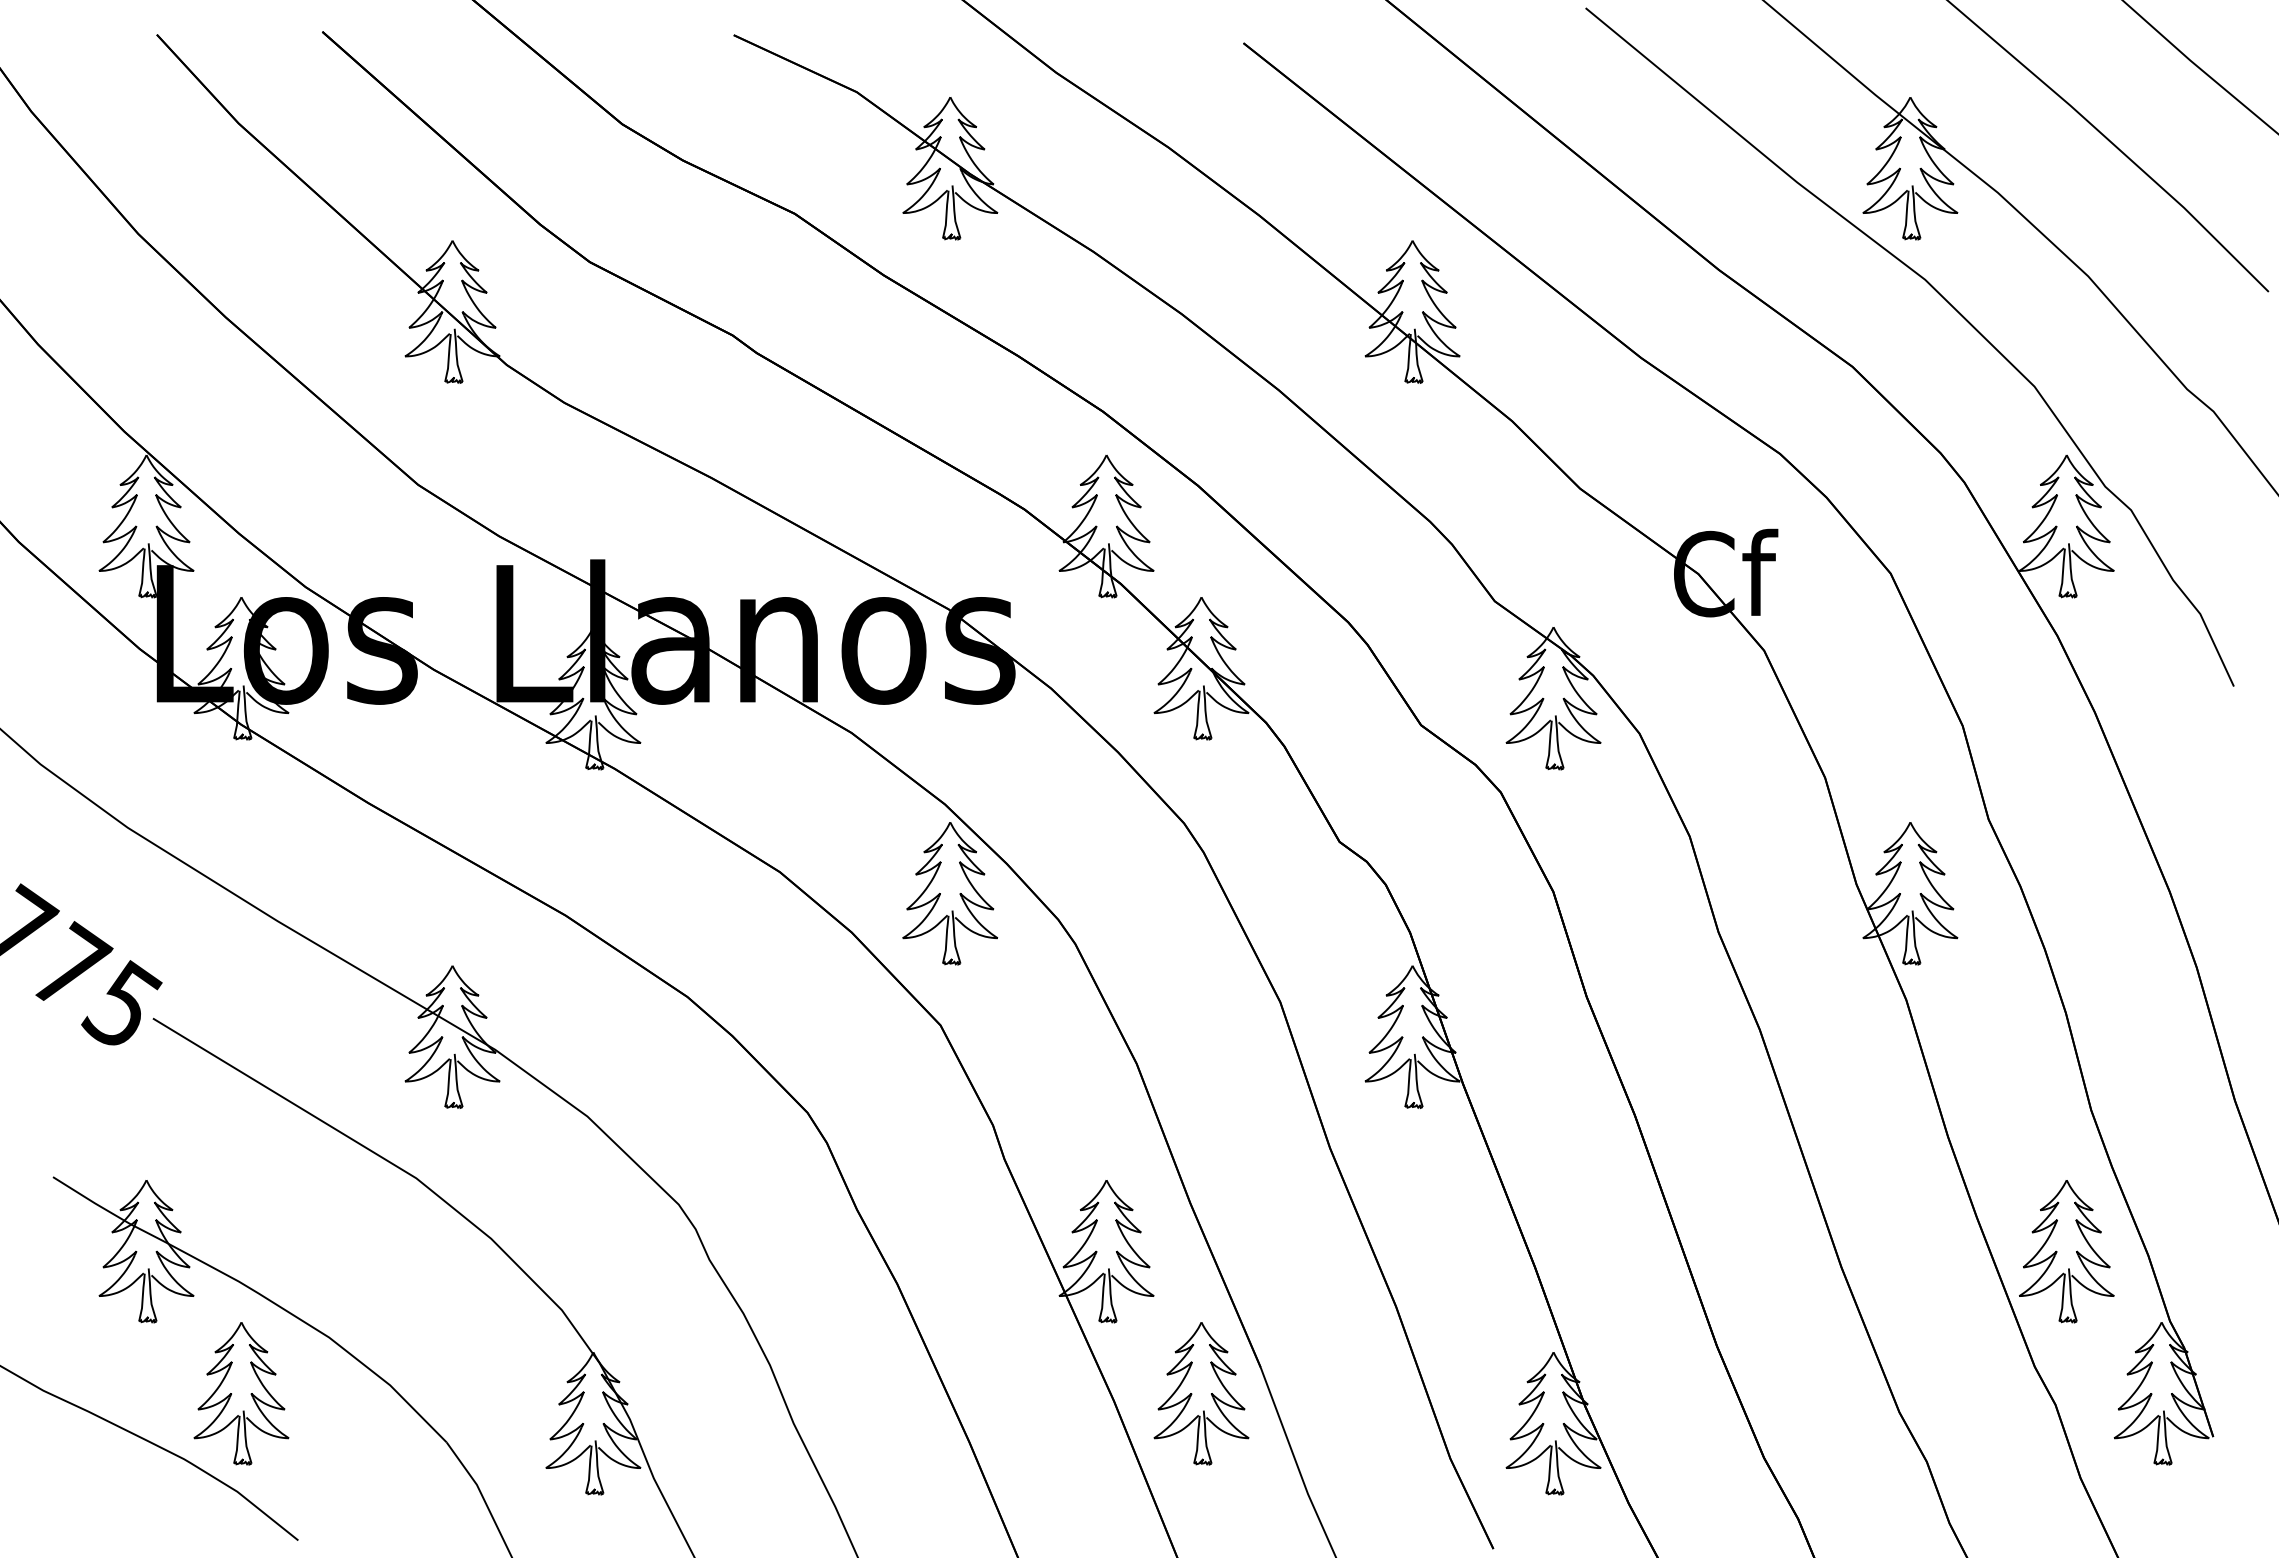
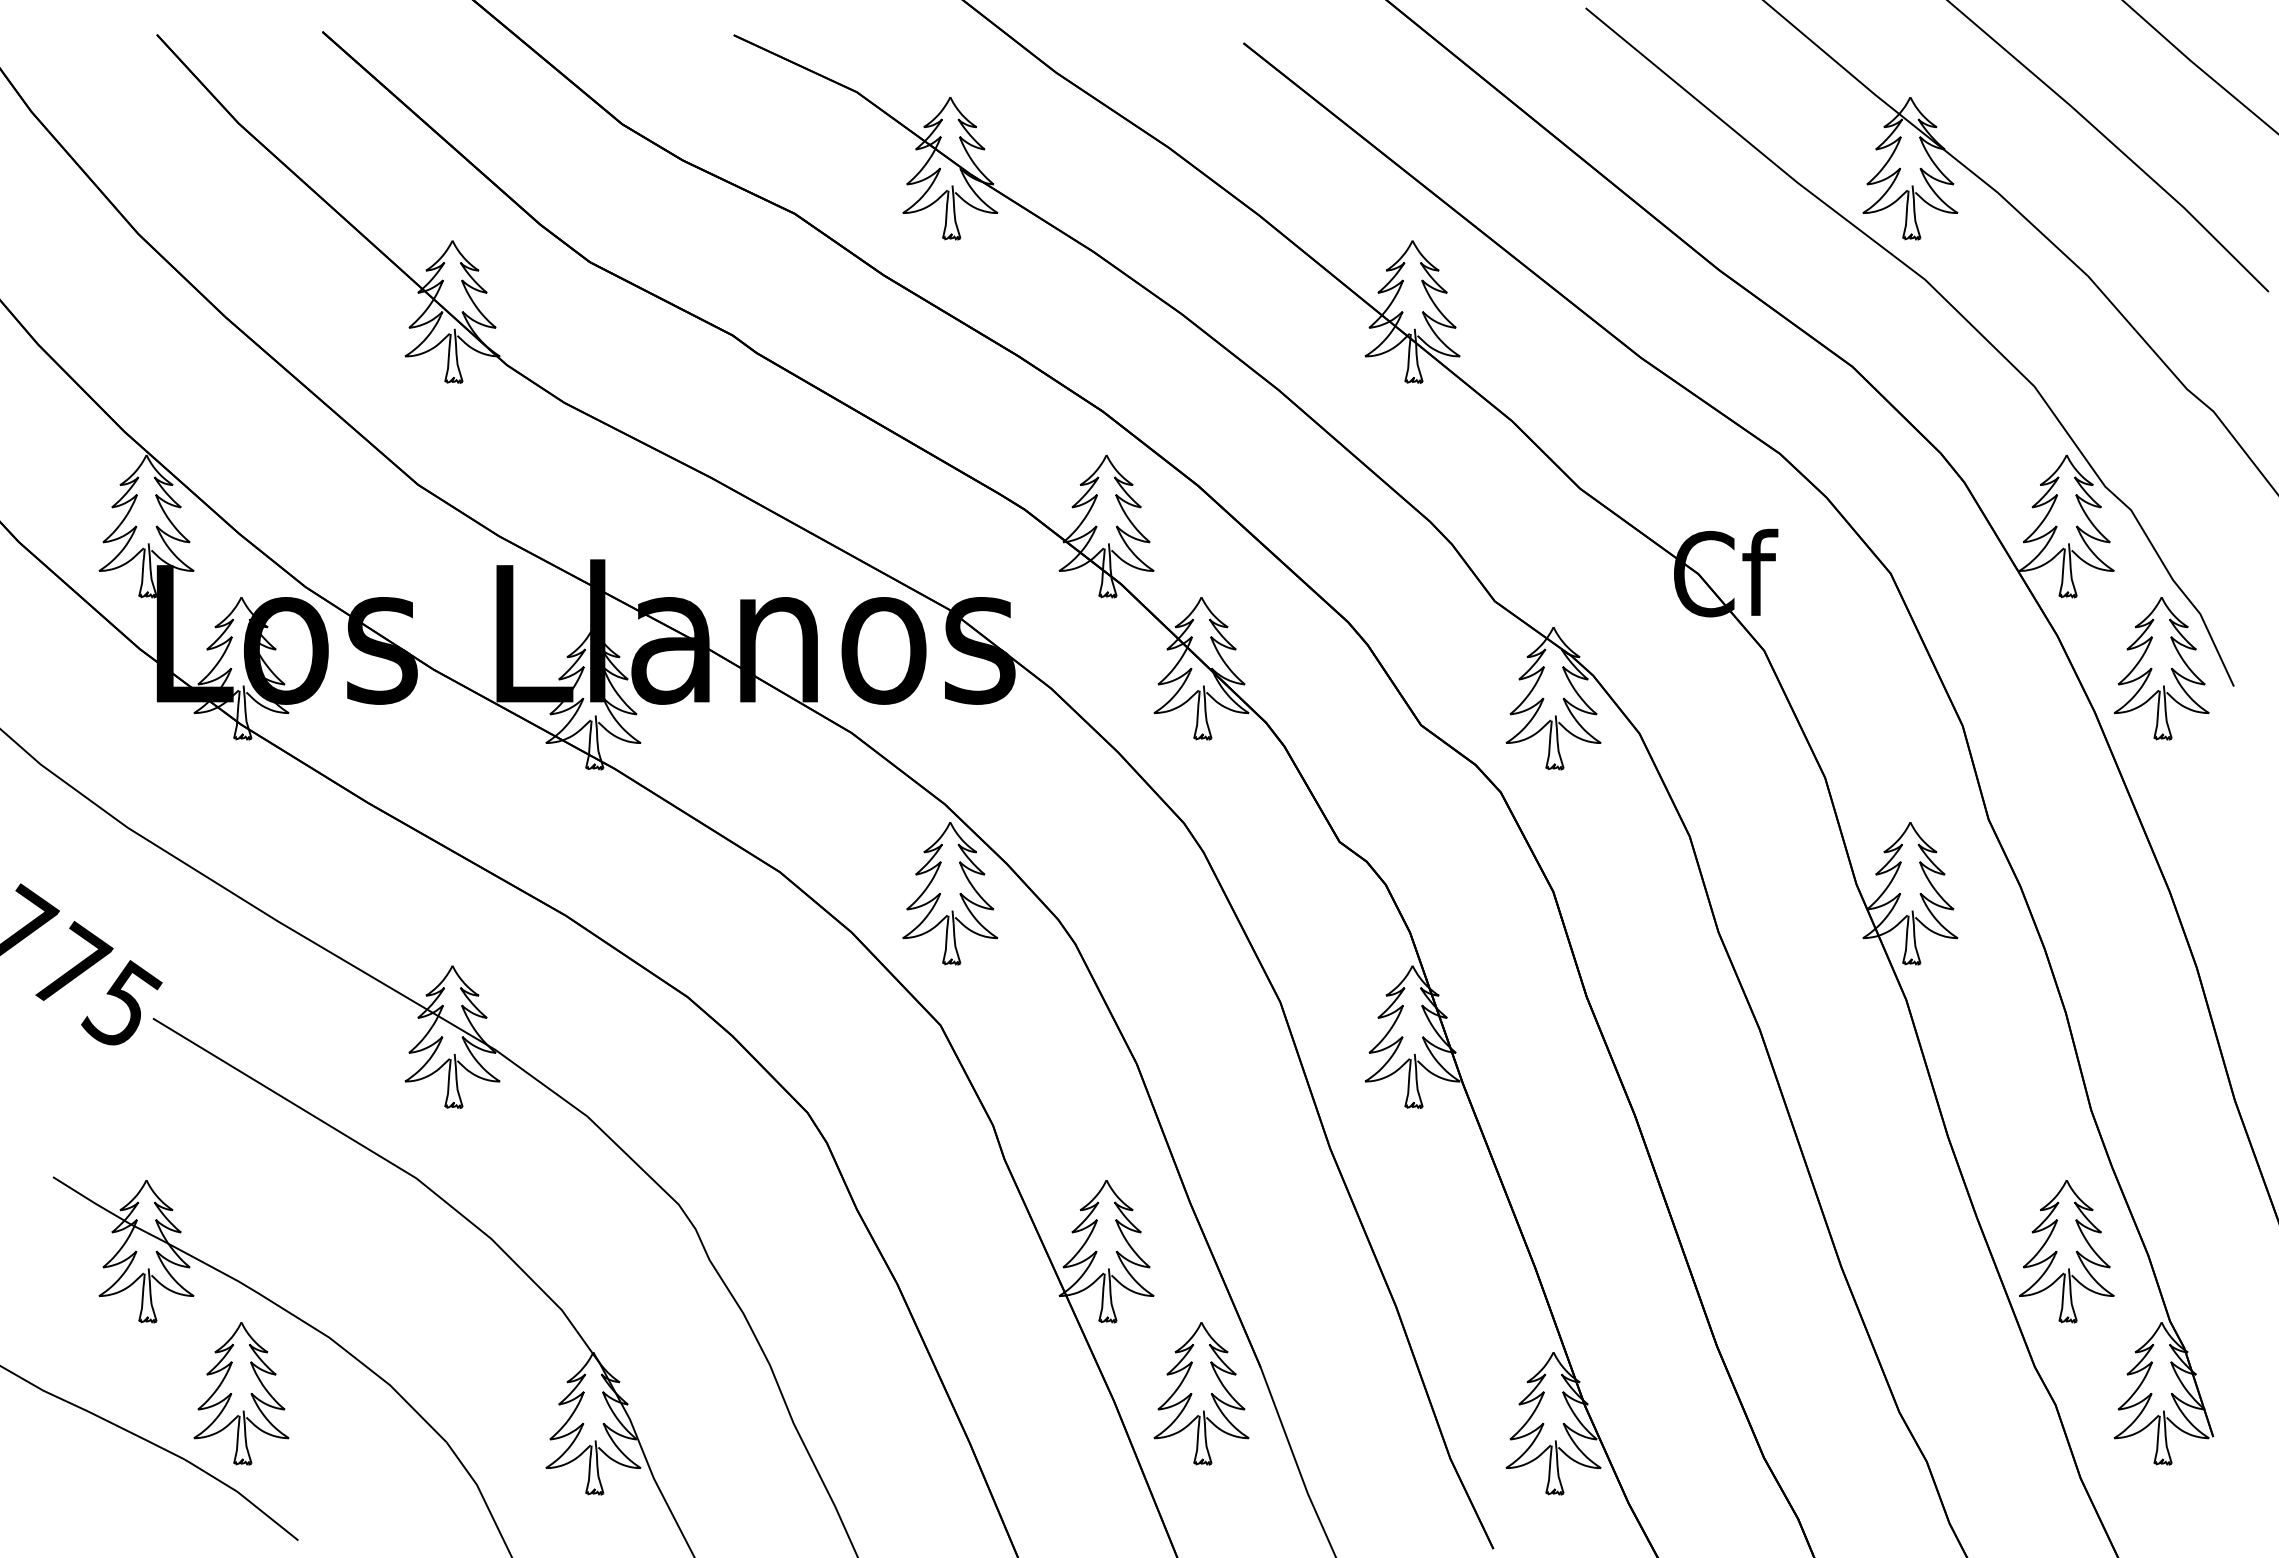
part at (2161, 668): none -> present
